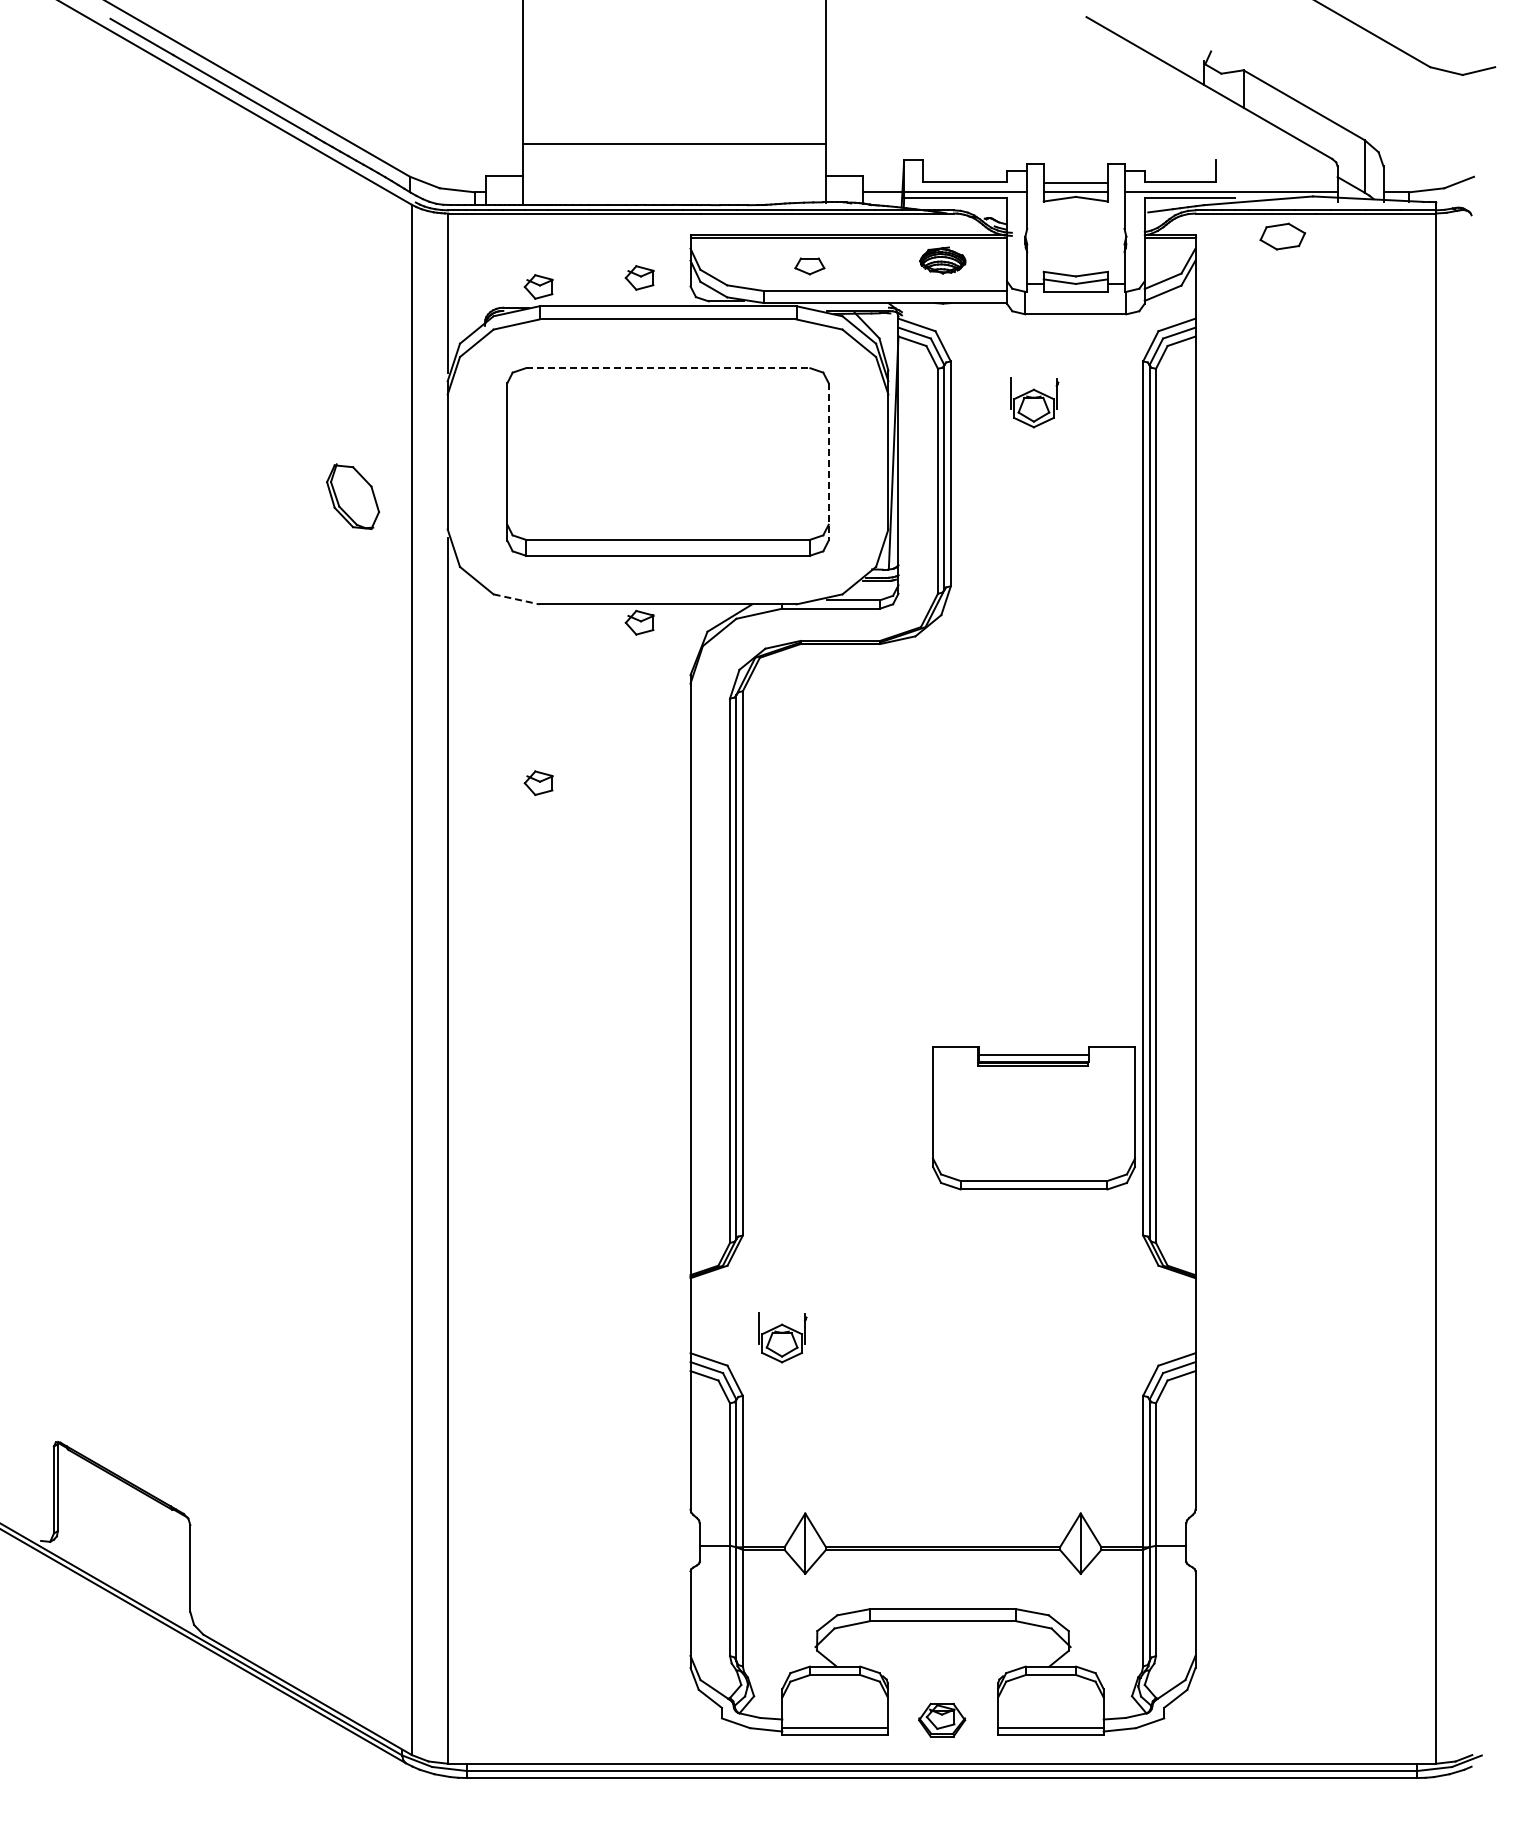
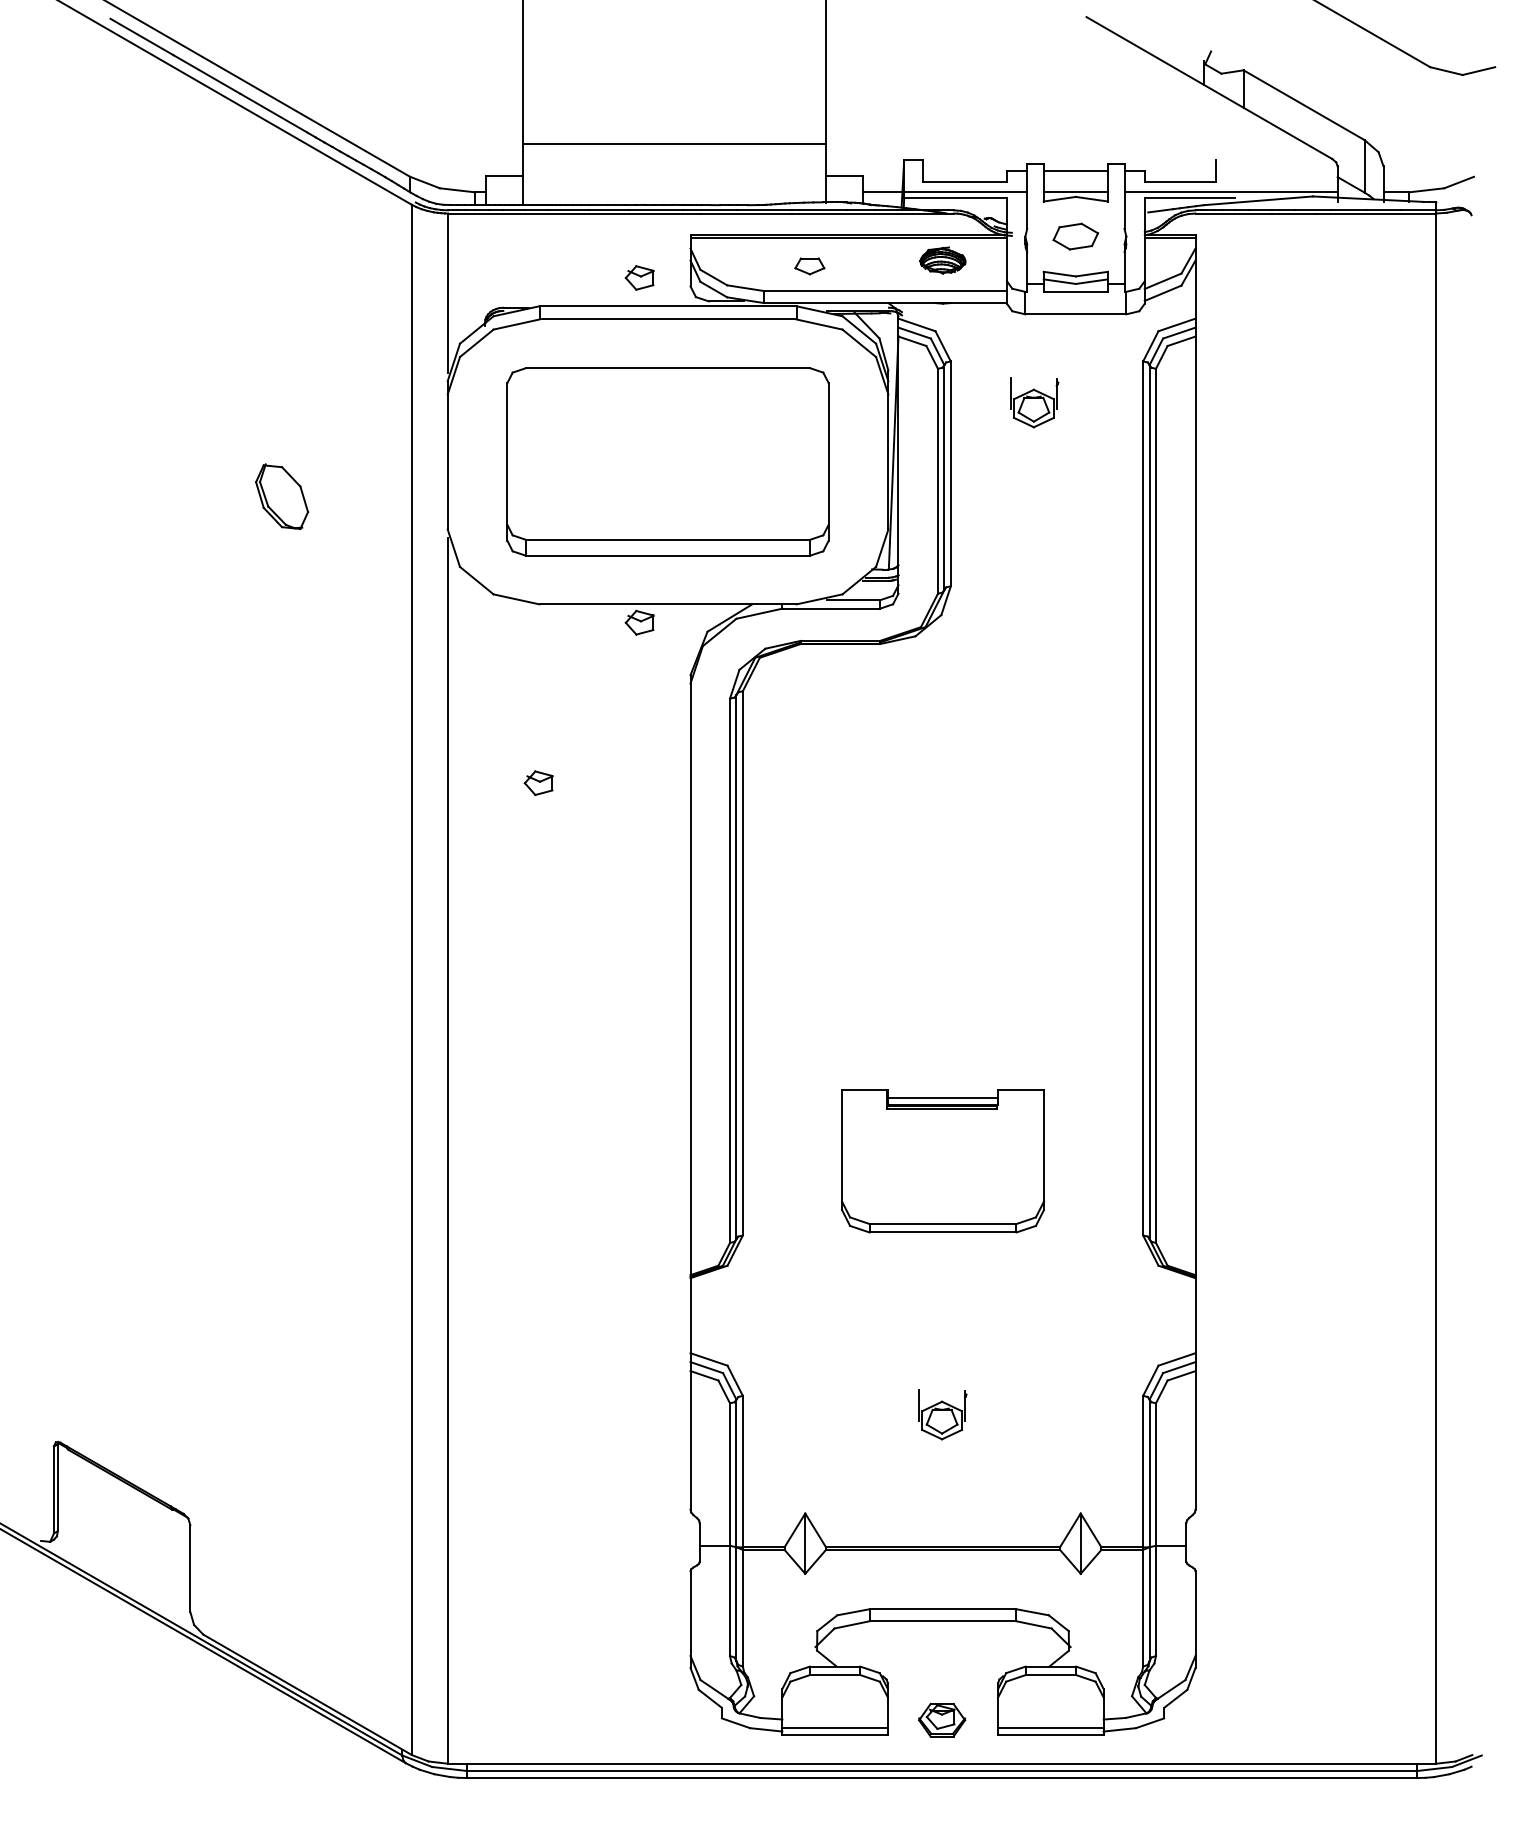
line at (1075, 183) position: (1075, 183) -> (1075, 171)
part at (1282, 236) position: (1282, 236) -> (1075, 236)
part at (538, 286): present -> none
line at (668, 368): dashed -> solid
line at (828, 461): dashed -> solid
part at (353, 496) position: (353, 496) -> (282, 496)
line at (517, 599): dashed -> solid
part at (1033, 1118) position: (1033, 1118) -> (942, 1161)
part at (782, 1337) position: (782, 1337) -> (942, 1414)
